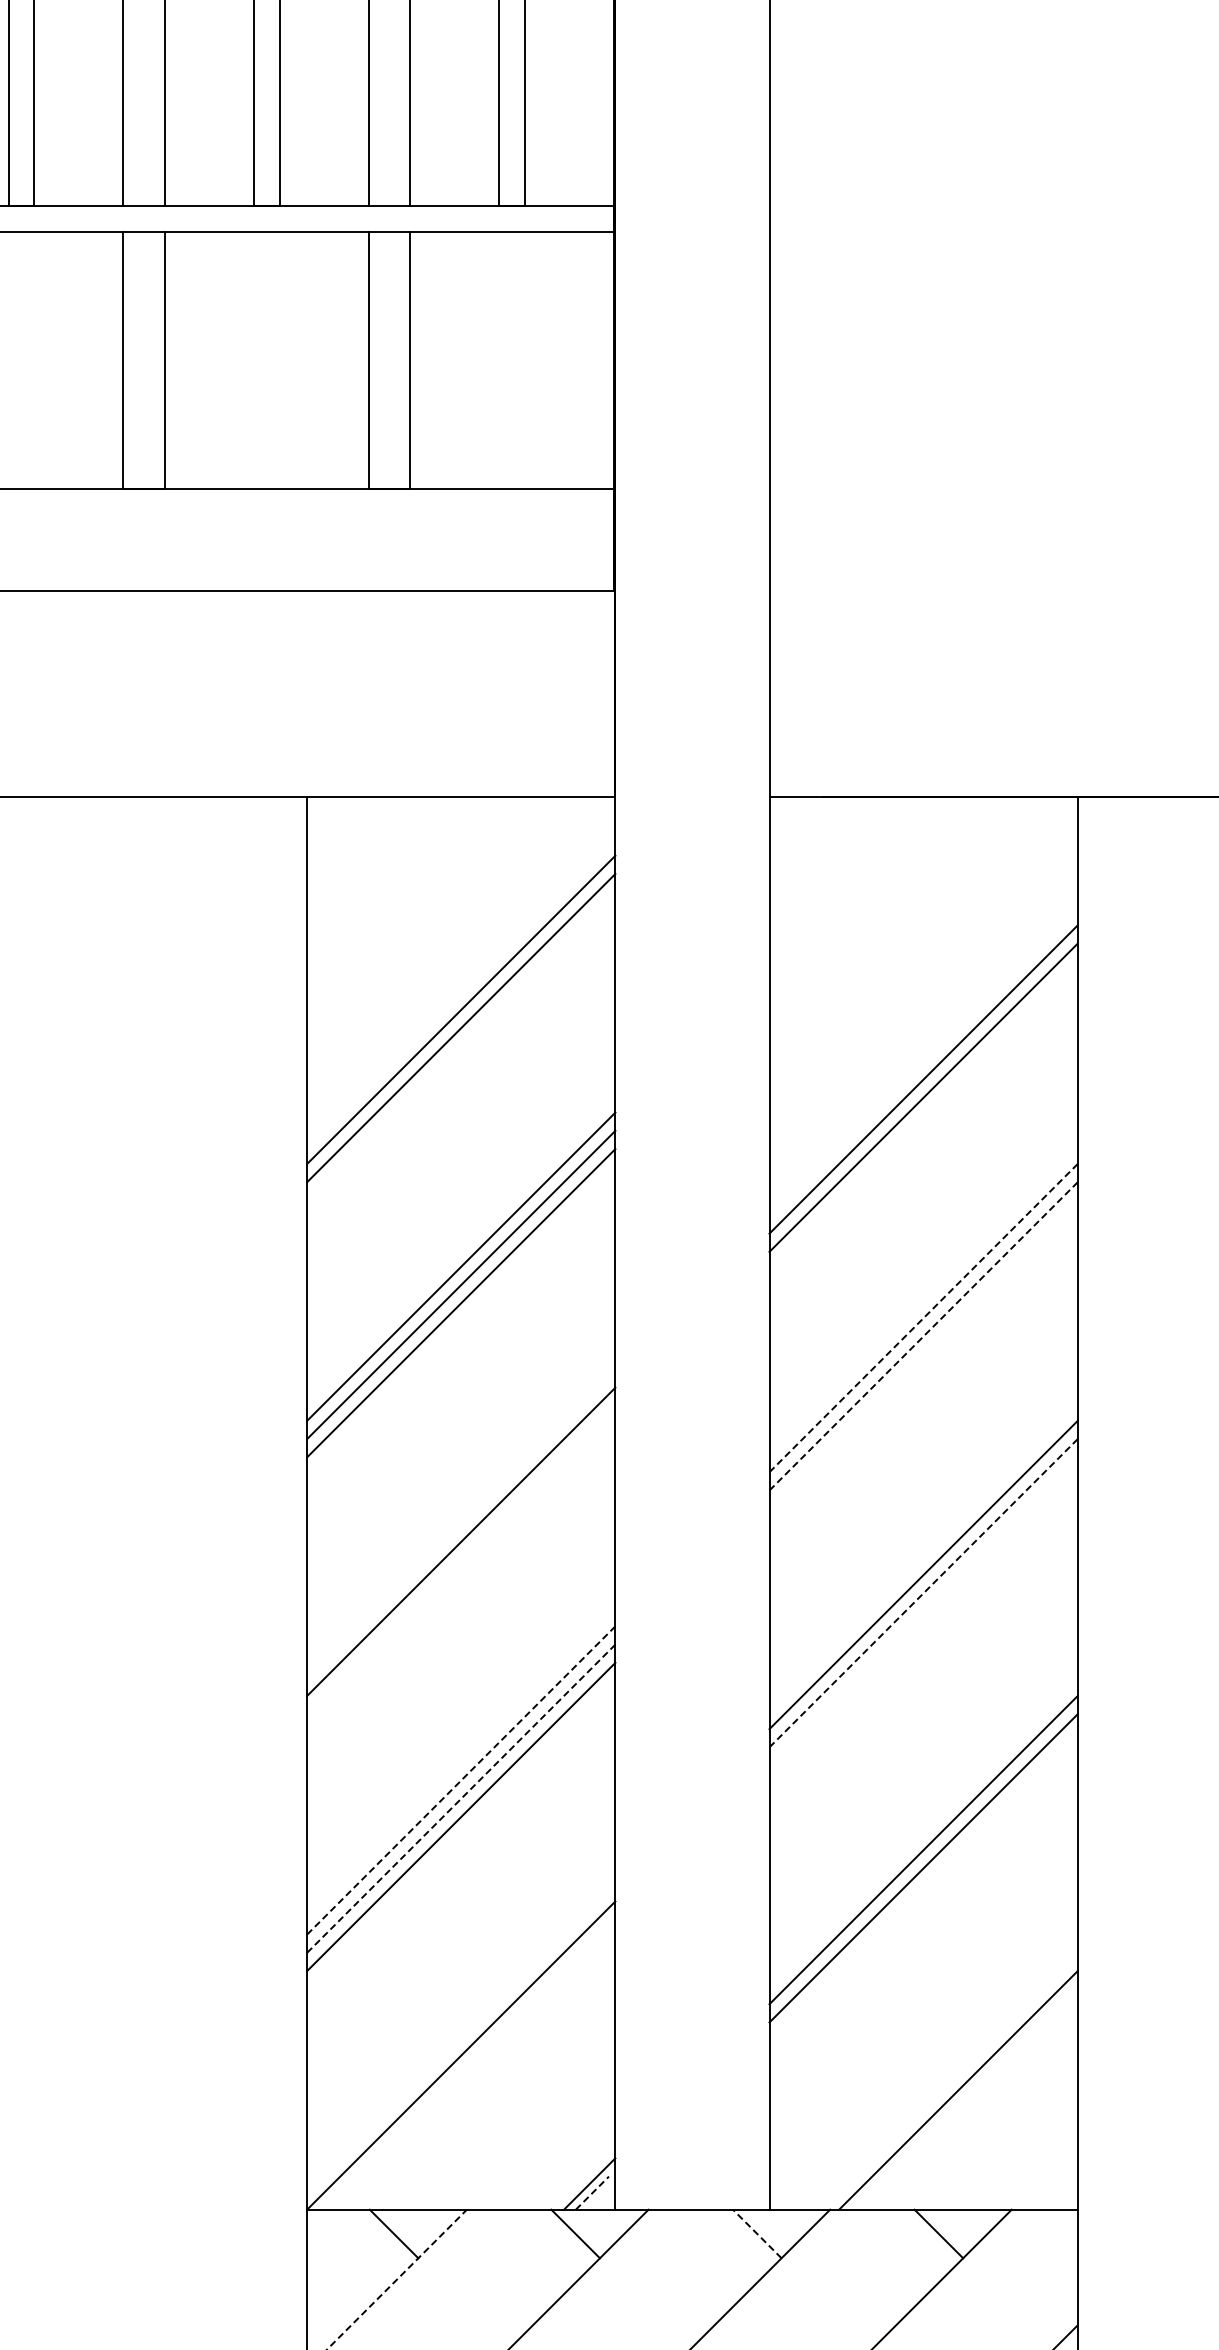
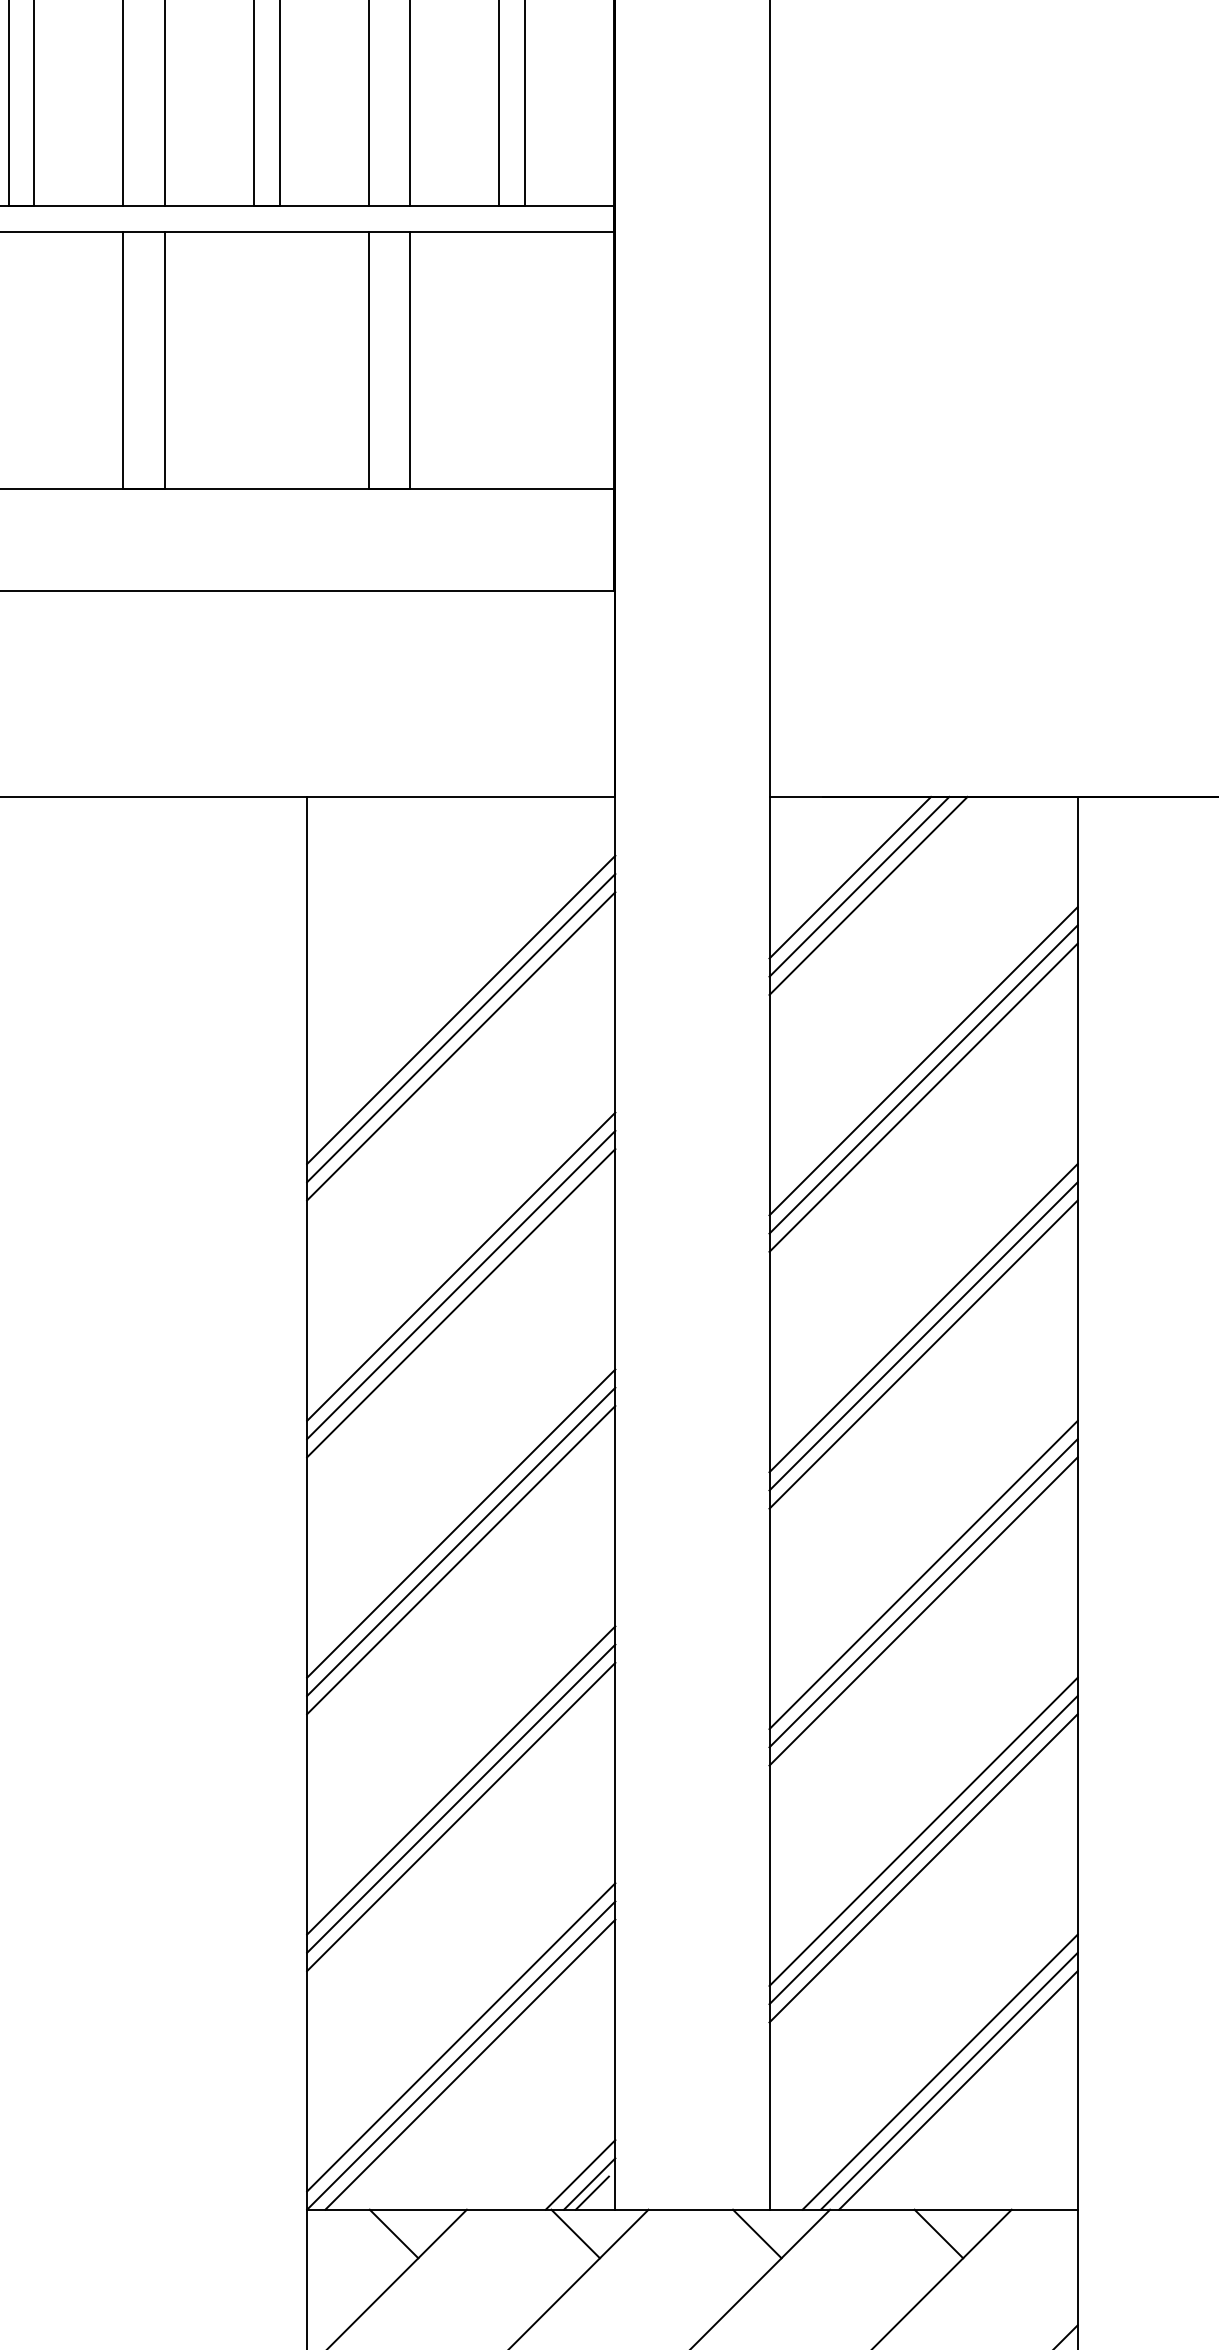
line at (850, 877): none -> present
line at (859, 886): none -> present
line at (868, 895): none -> present
line at (461, 1046): none -> present
line at (923, 1061): none -> present
line at (923, 1318): dashed -> solid
line at (923, 1336): dashed -> solid
line at (923, 1354): none -> present
line at (461, 1523): none -> present
line at (461, 1559): none -> present
line at (923, 1593): dashed -> solid
line at (923, 1611): none -> present
line at (461, 1780): dashed -> solid
line at (461, 1798): dashed -> solid
line at (923, 1831): none -> present
line at (461, 2037): none -> present
line at (470, 2064): none -> present
line at (939, 2071): none -> present
line at (948, 2080): none -> present
line at (580, 2174): none -> present
line at (592, 2192): dashed -> solid
line at (756, 2233): dashed -> solid
line at (396, 2279): dashed -> solid
